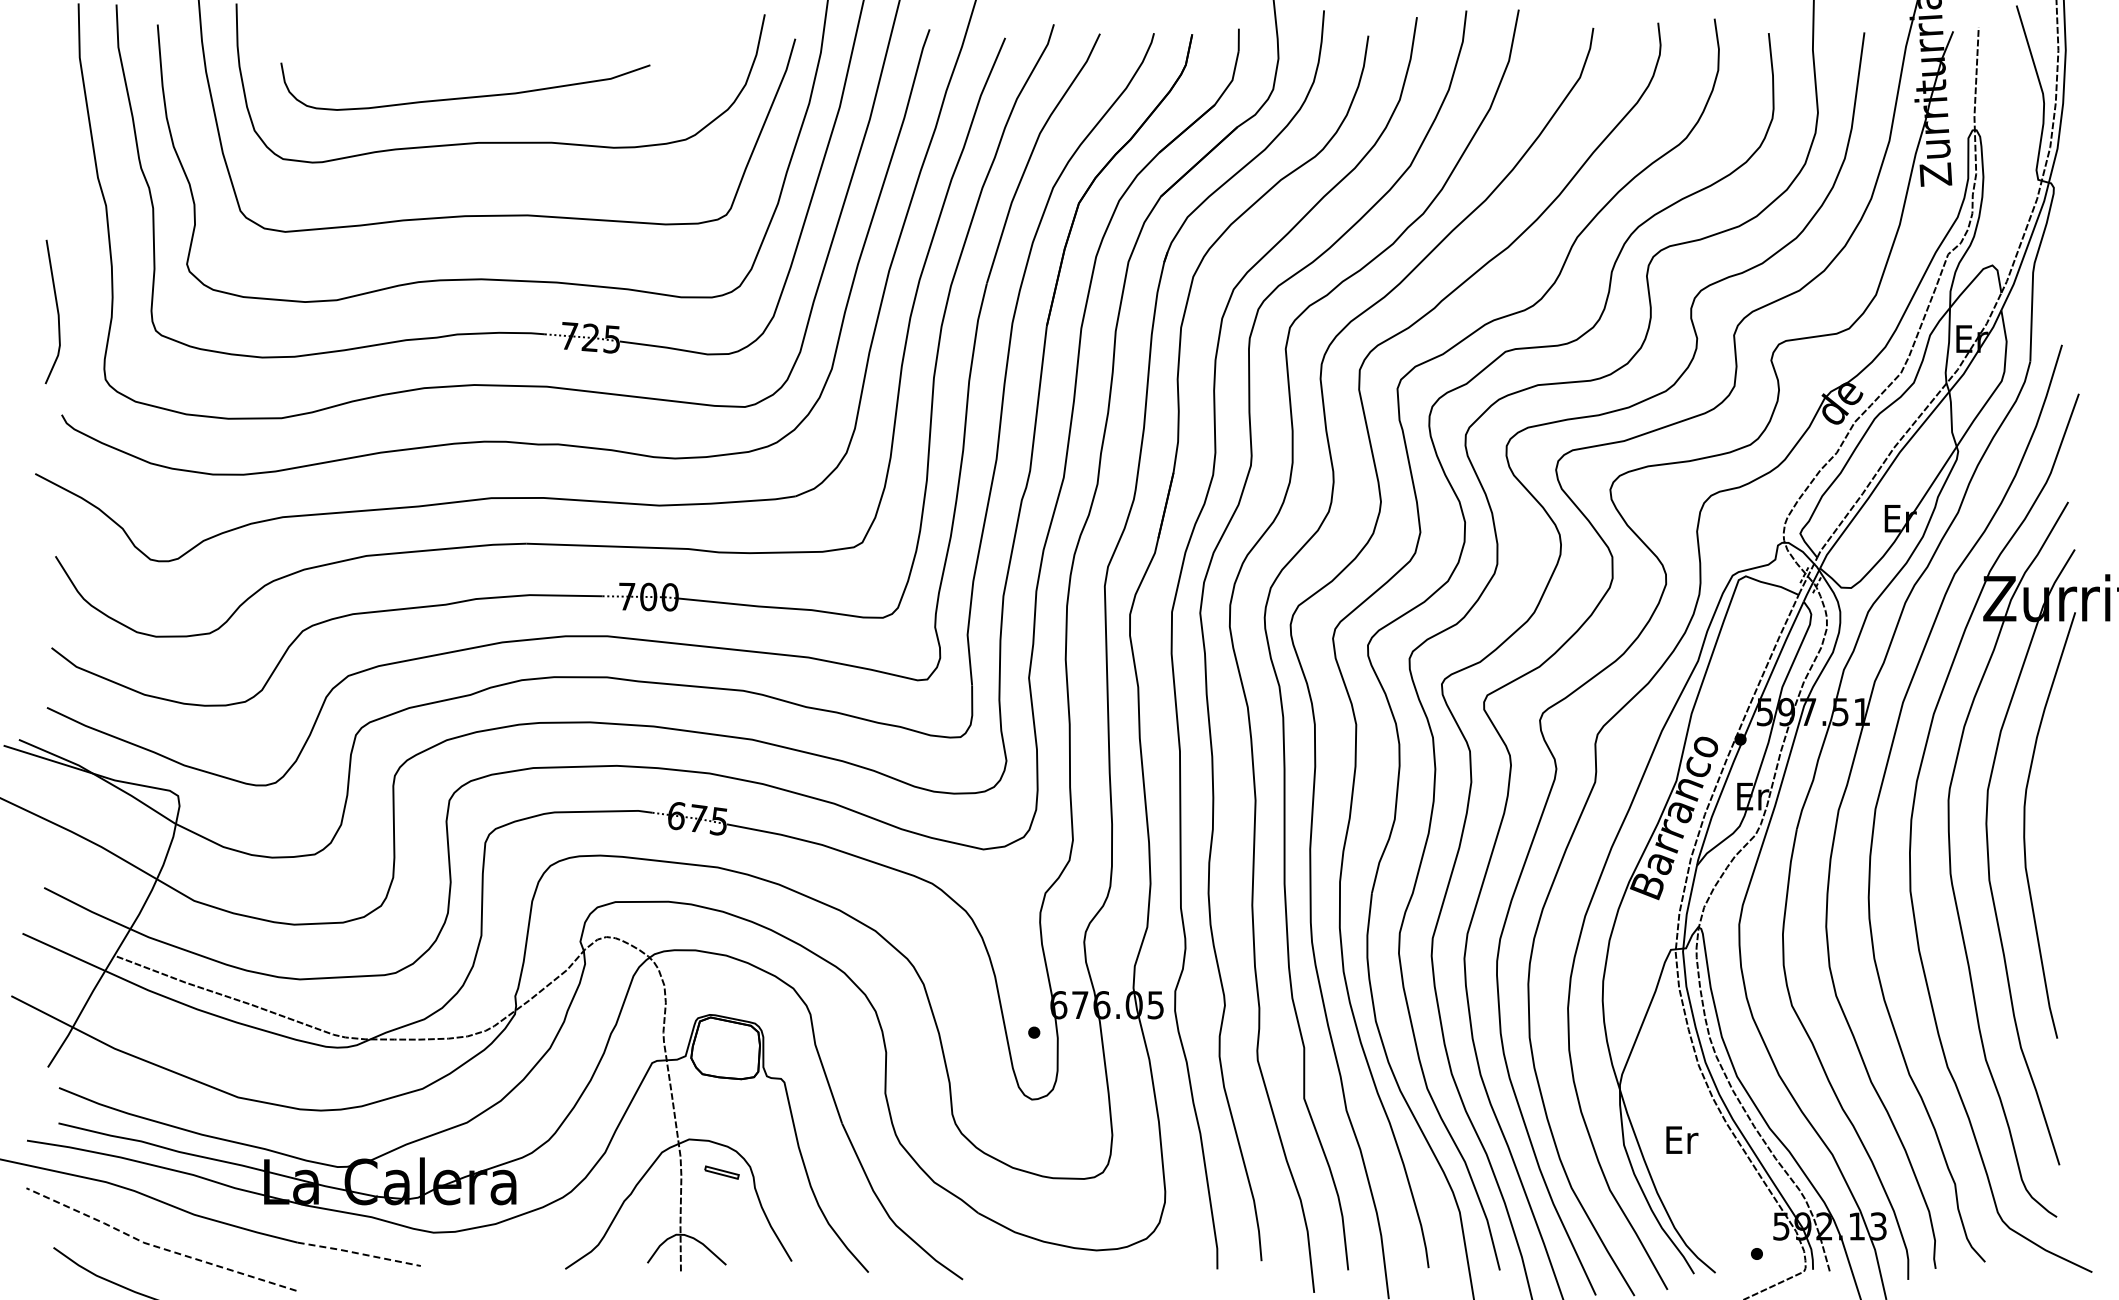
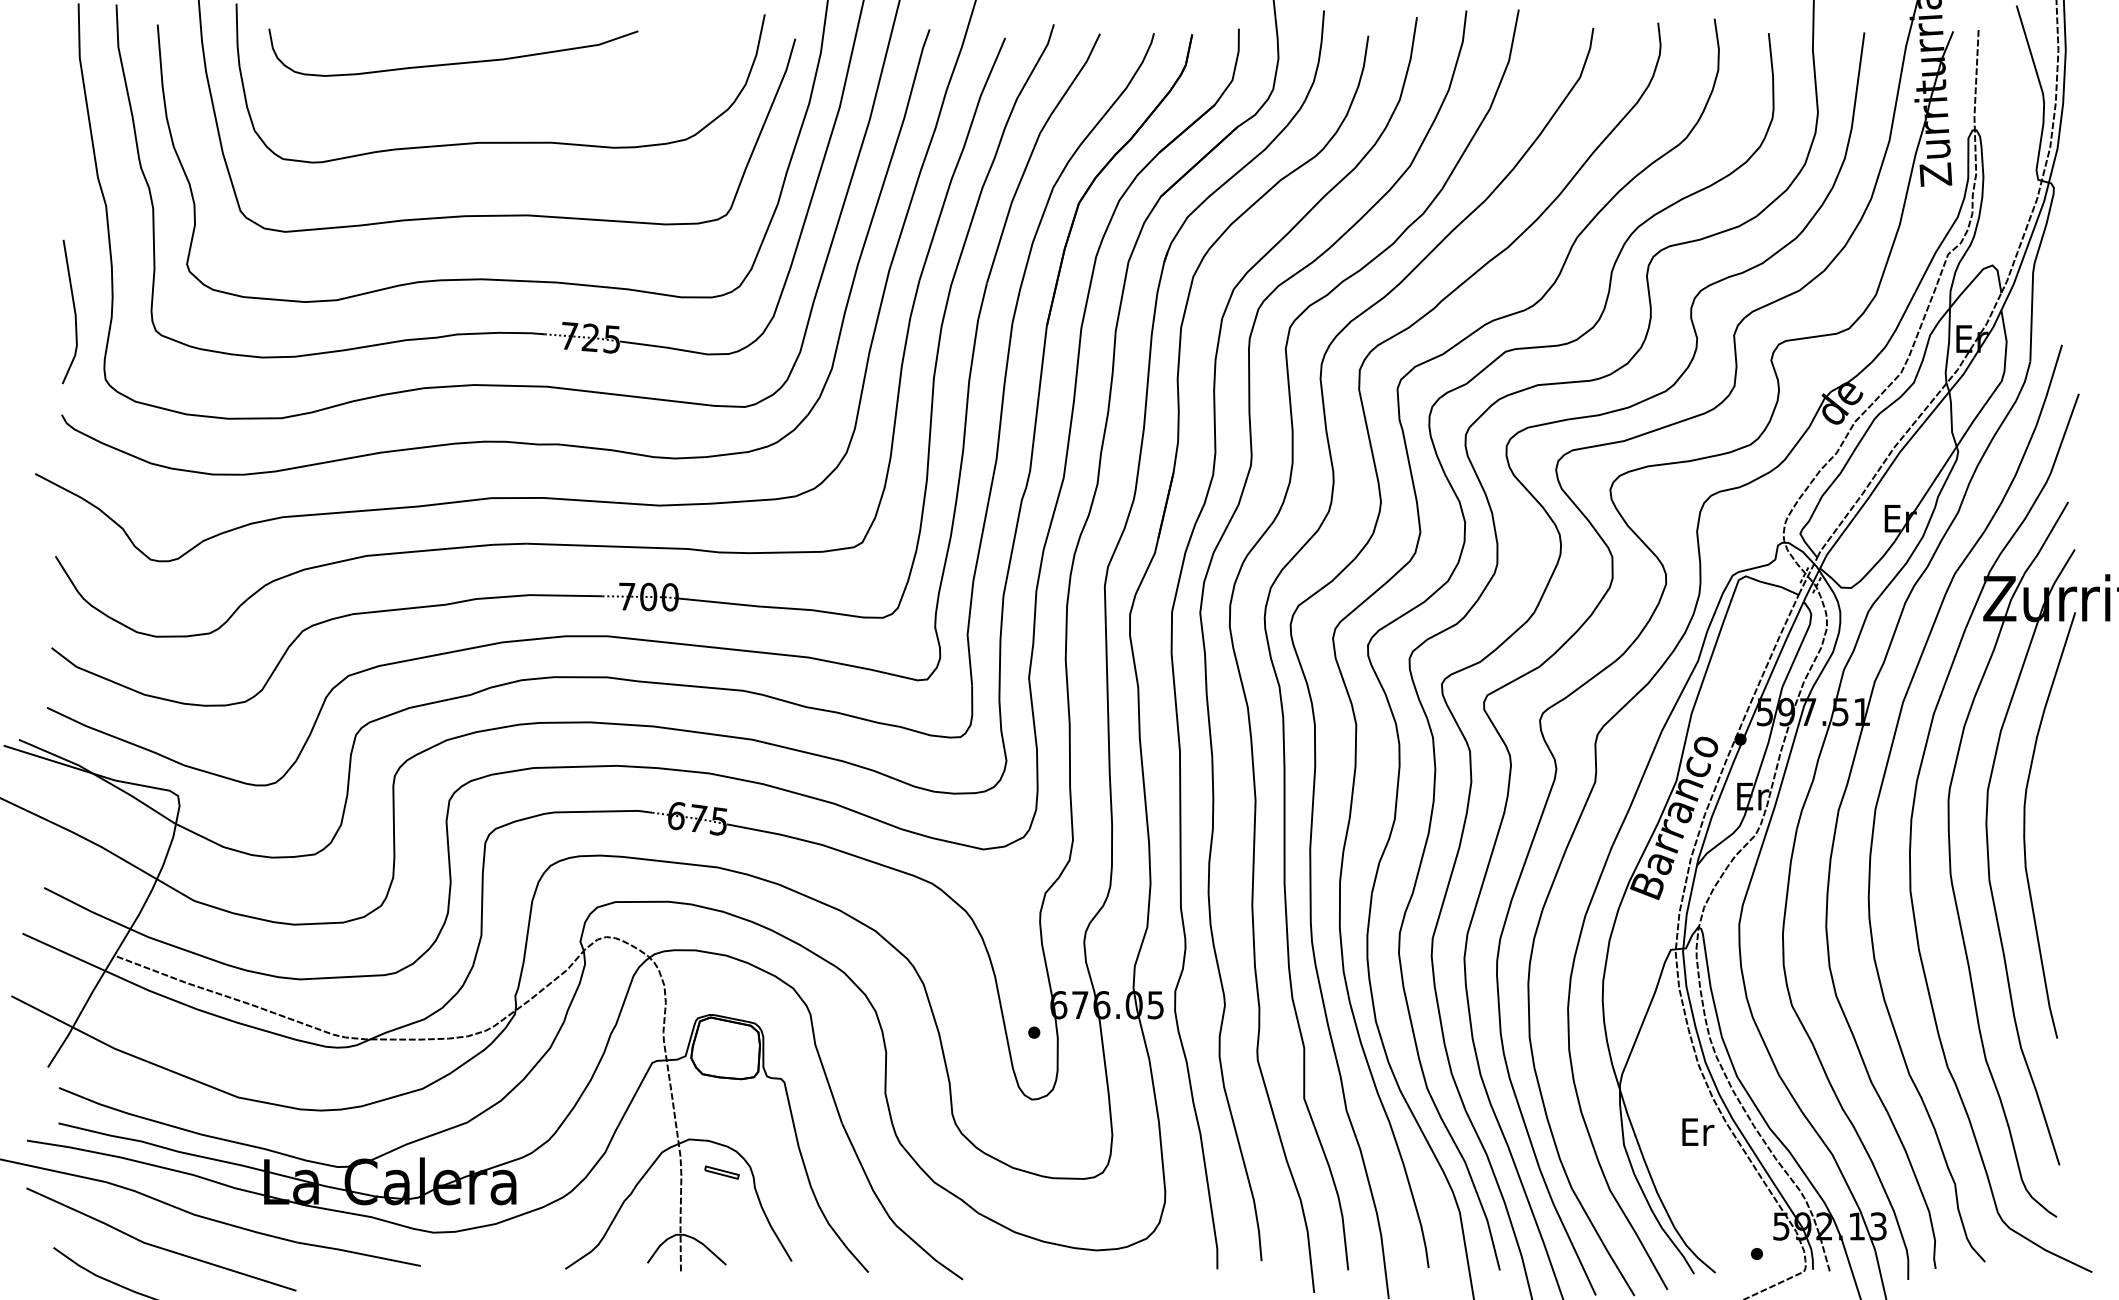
curve at (467, 96) position: (467, 96) -> (455, 62)
line at (56, 309) position: (56, 309) -> (73, 309)
text at (1682, 1139) position: (1682, 1139) -> (1698, 1131)
line at (156, 1246): dashed -> solid
line at (358, 1253): dashed -> solid
